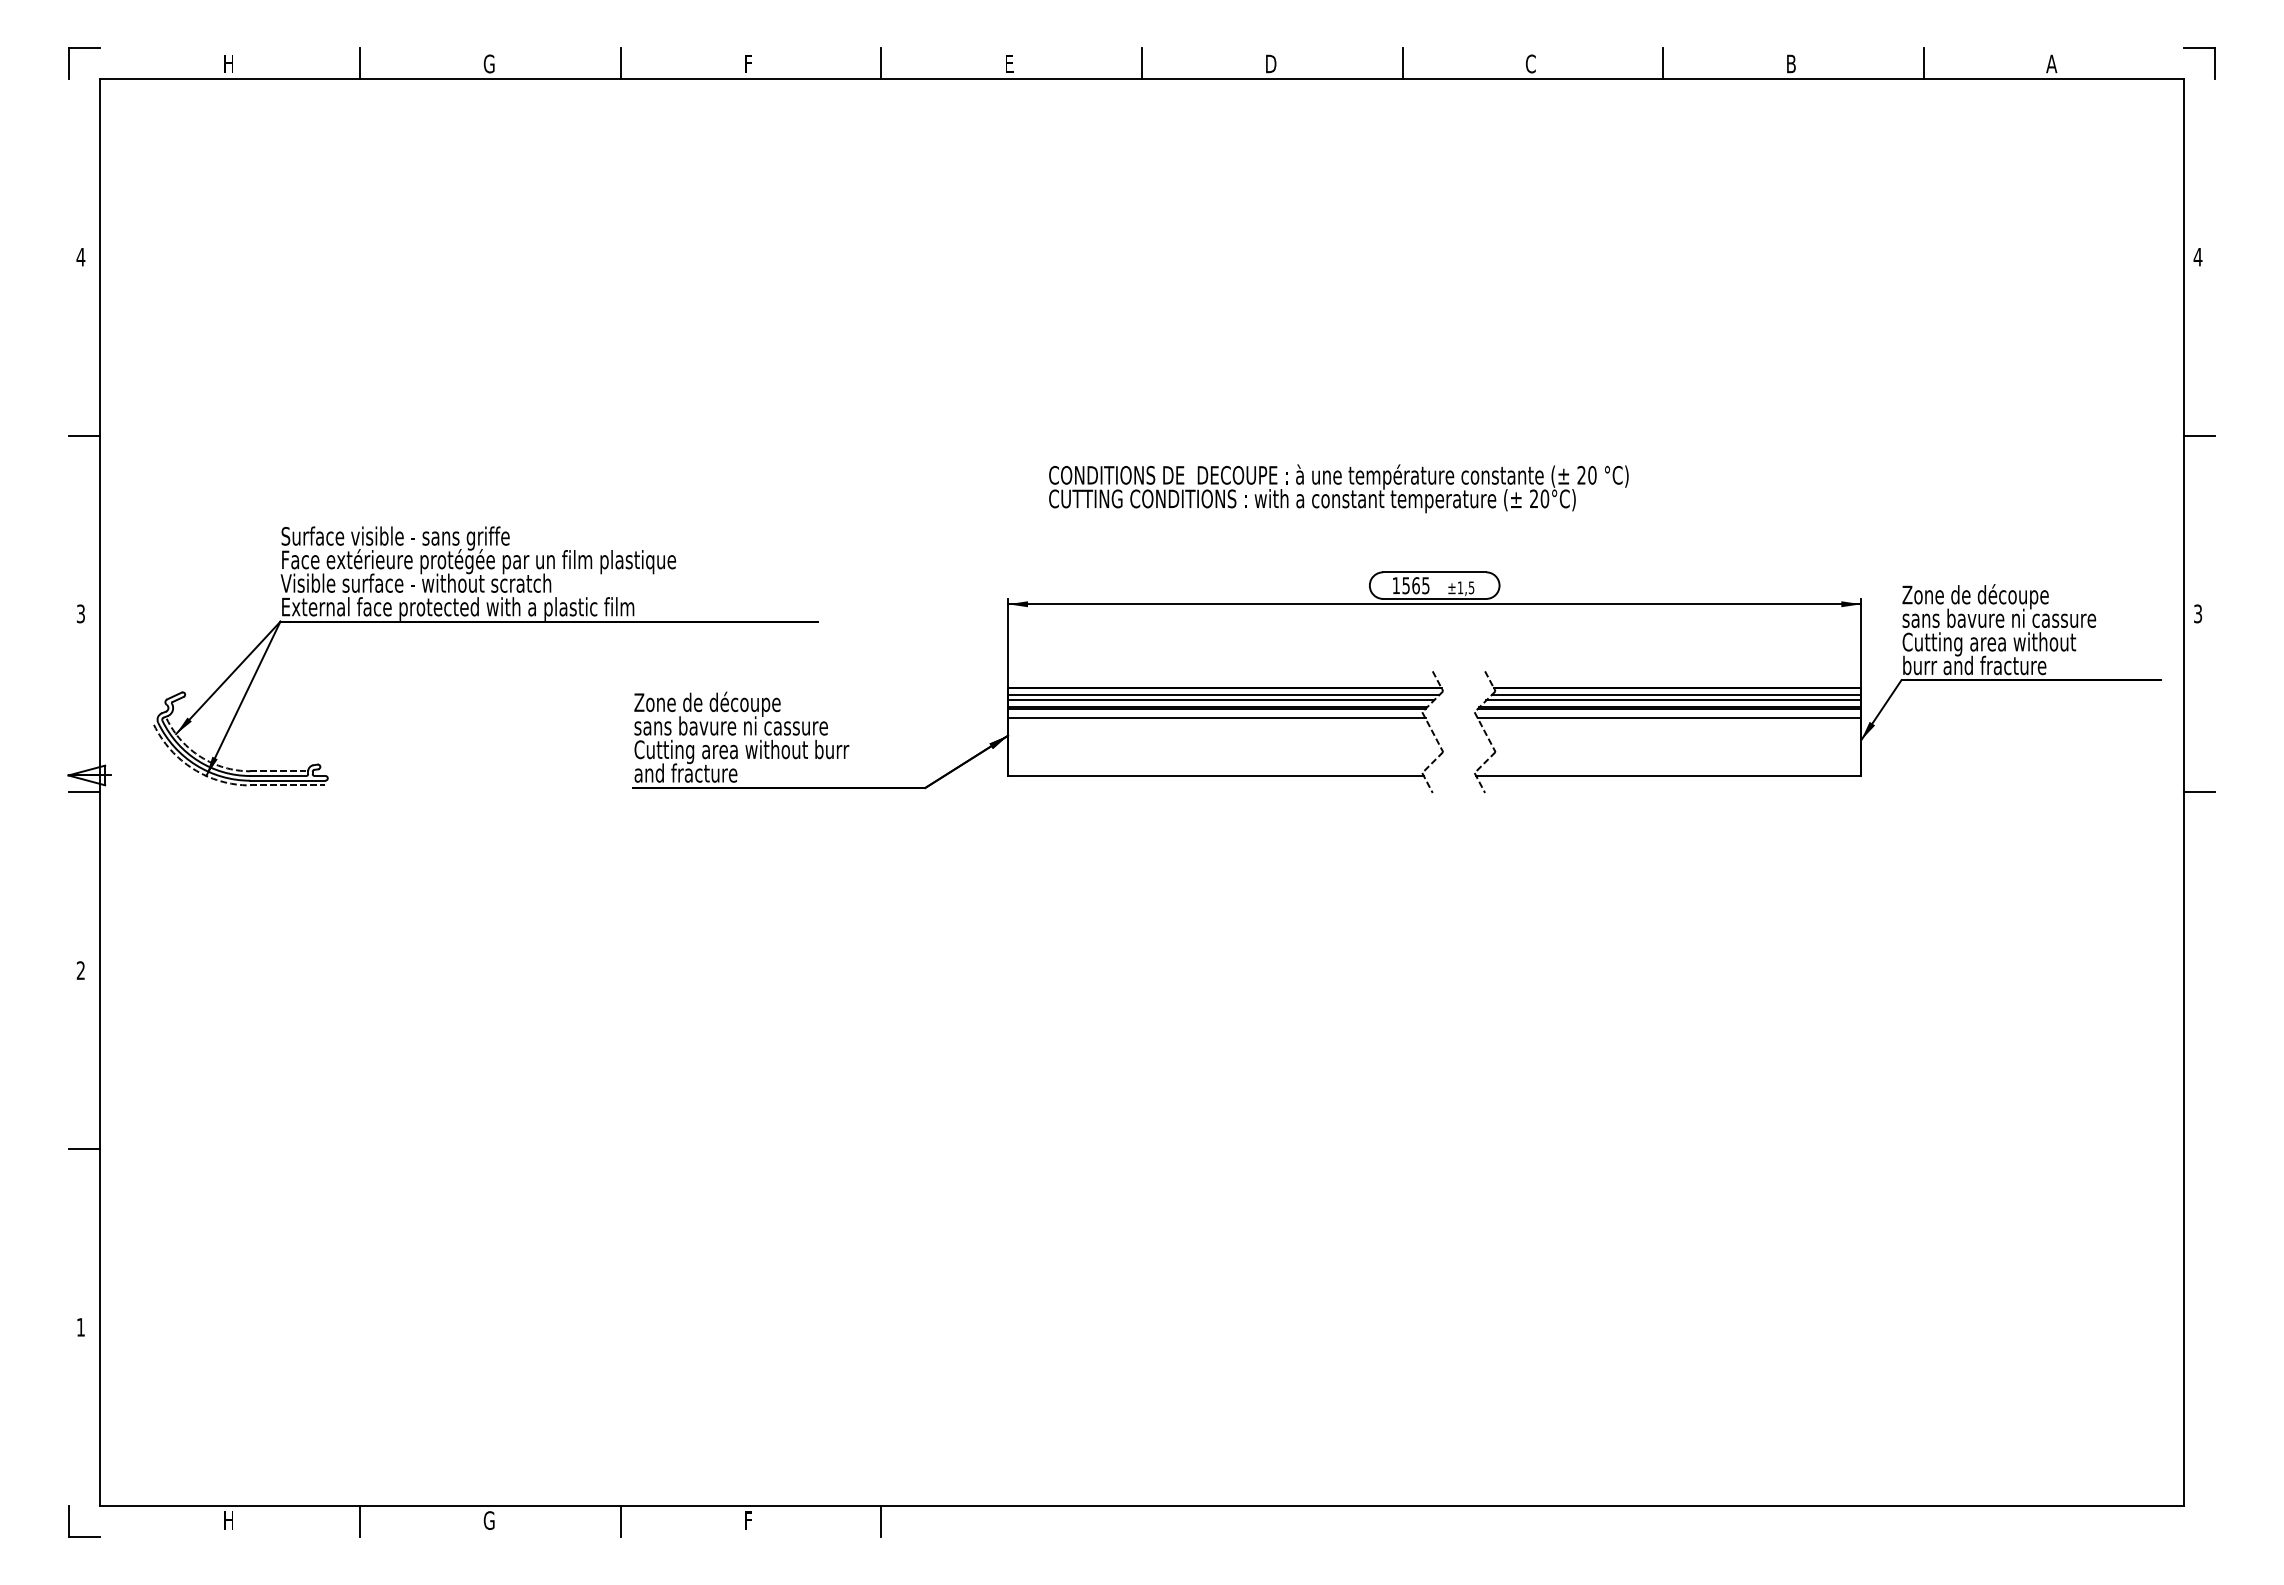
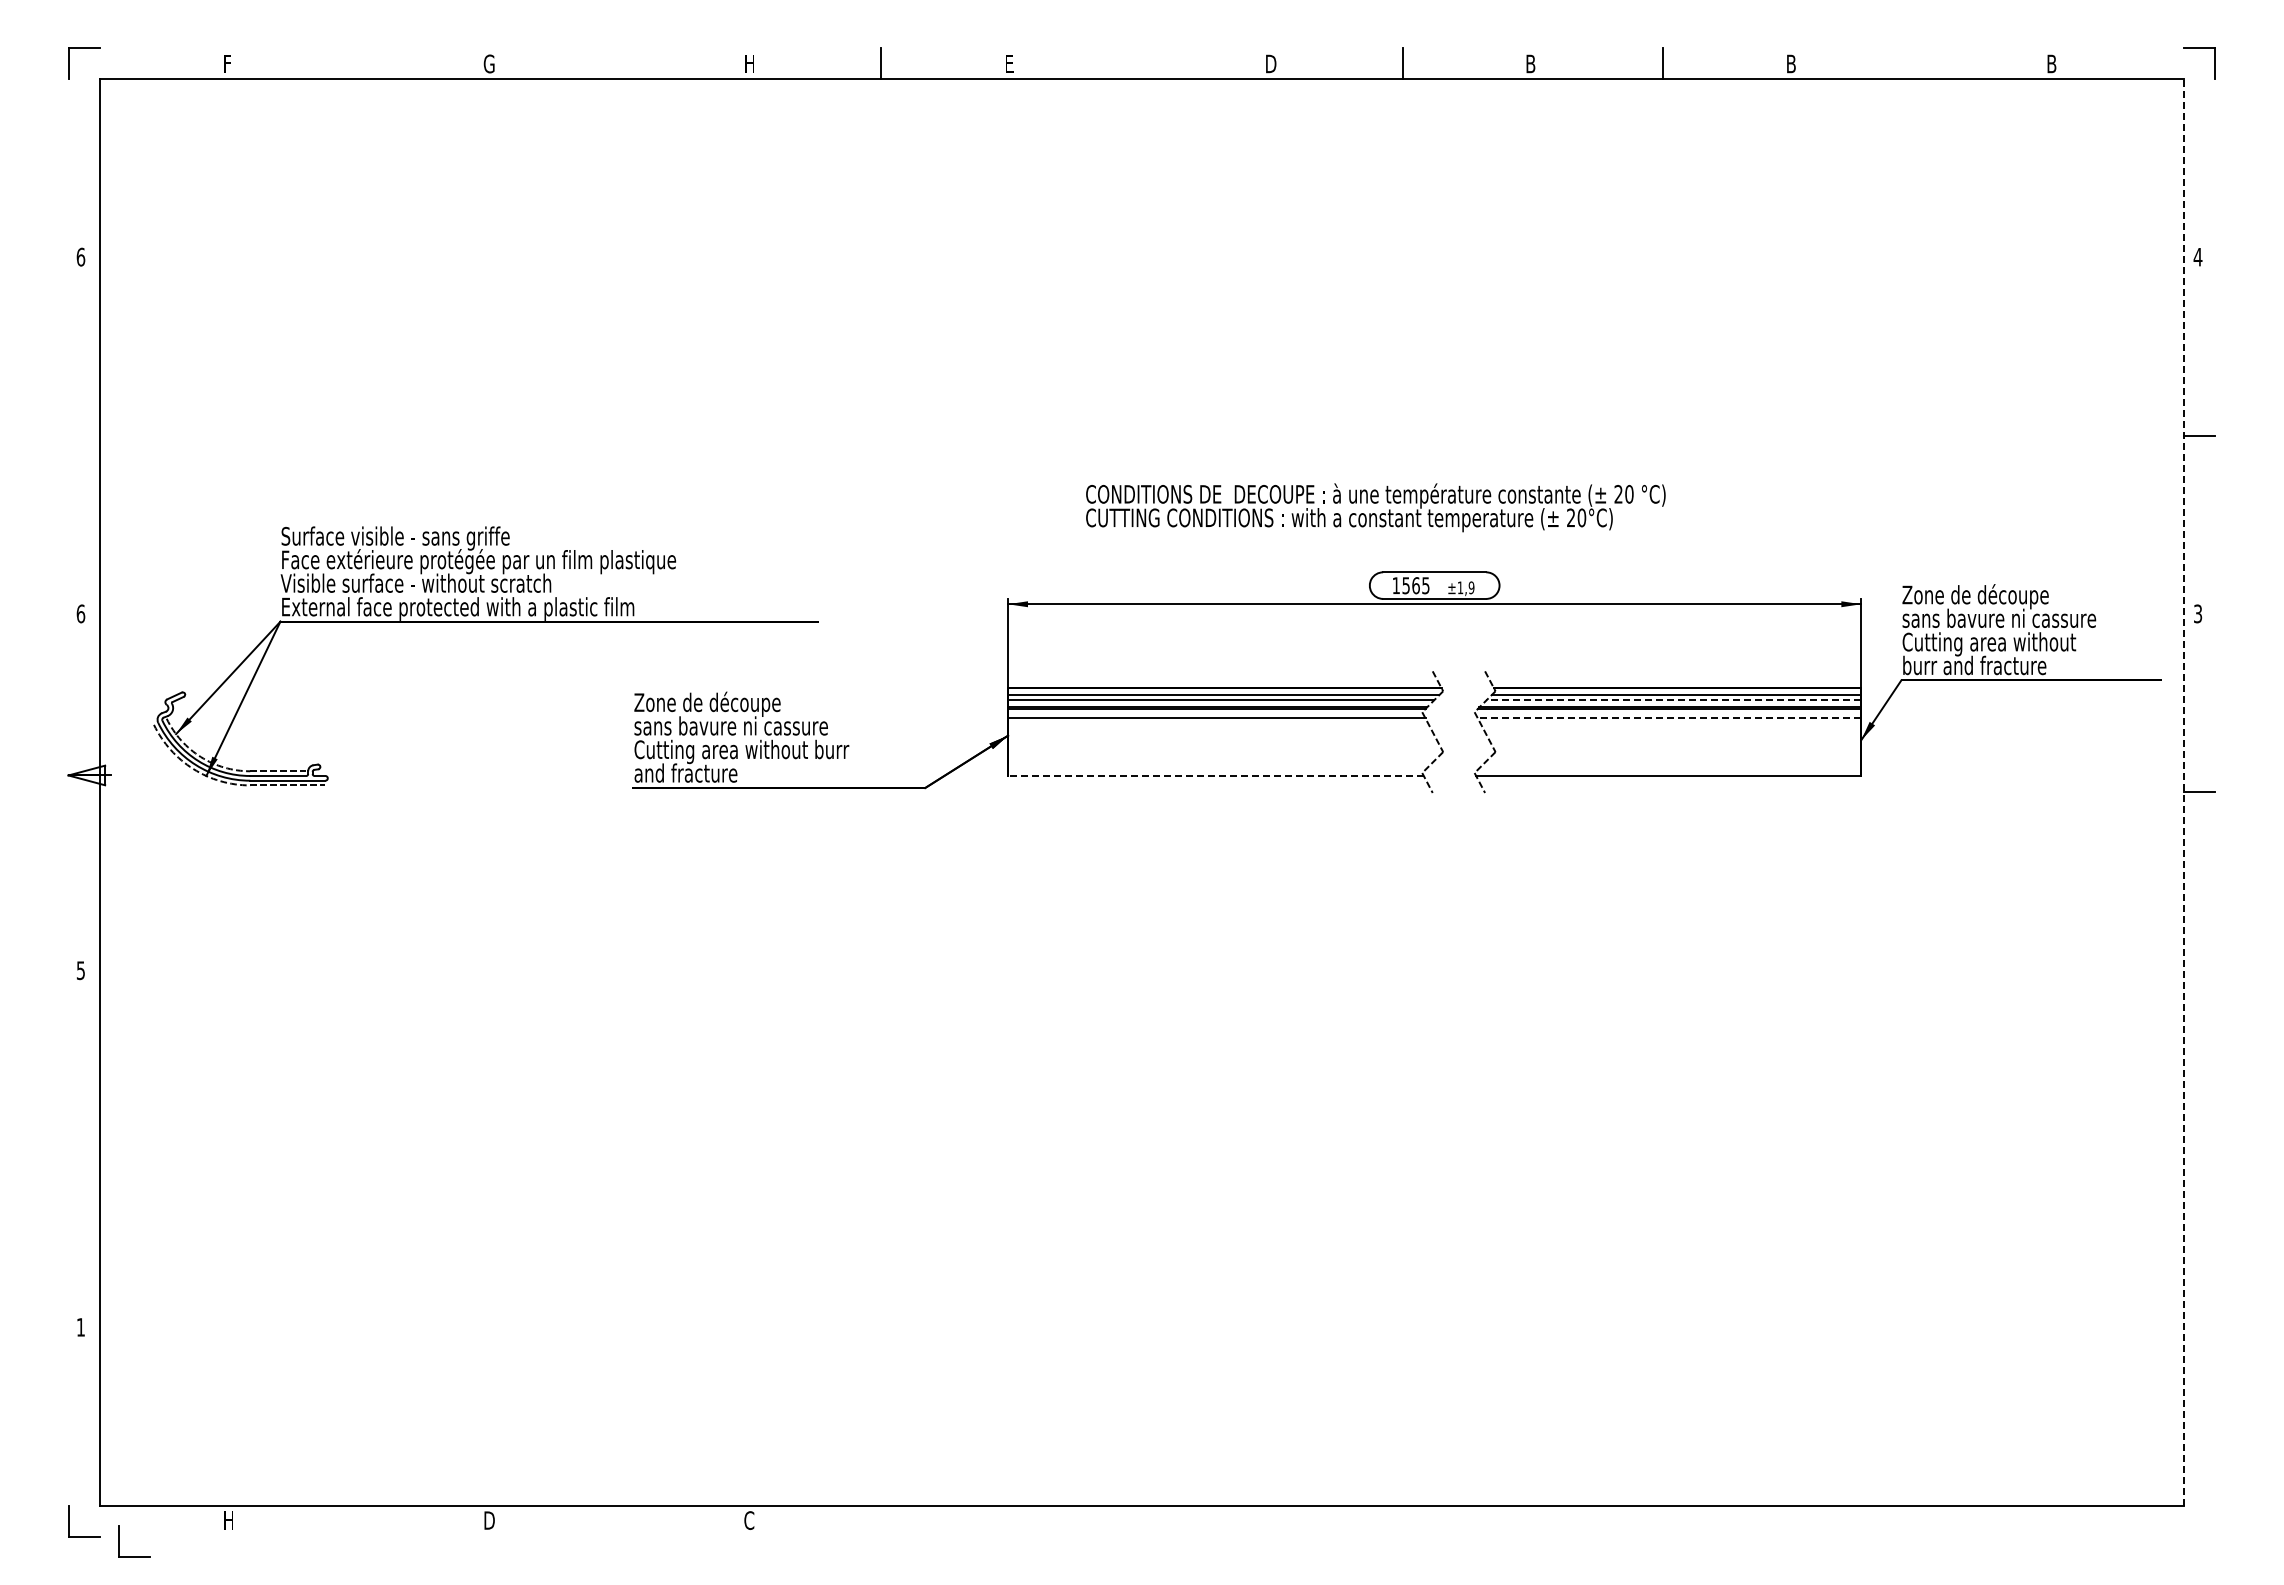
text at (229, 63): H -> F
line at (360, 63): present -> none
line at (620, 63): present -> none
text at (750, 63): F -> H
line at (1141, 63): present -> none
text at (1530, 63): C -> B
line at (1923, 63): present -> none
text at (2051, 63): A -> B
text at (80, 256): 4 -> 6
line at (83, 435): present -> none
text at (1338, 488) position: (1338, 488) -> (1375, 507)
text at (1471, 587): ±1,5 -> ±1,9
text at (80, 613): 3 -> 6
line at (1673, 700): solid -> dashed
line at (1669, 718): solid -> dashed
line at (1216, 776): solid -> dashed
line at (83, 792): present -> none
line at (2184, 792): solid -> dashed
text at (80, 970): 2 -> 5
line at (83, 1149): present -> none
text at (488, 1520): G -> D
text at (749, 1520): F -> C
line at (360, 1521): present -> none
line at (620, 1521): present -> none
line at (881, 1521): present -> none
part at (119, 1541): none -> present
